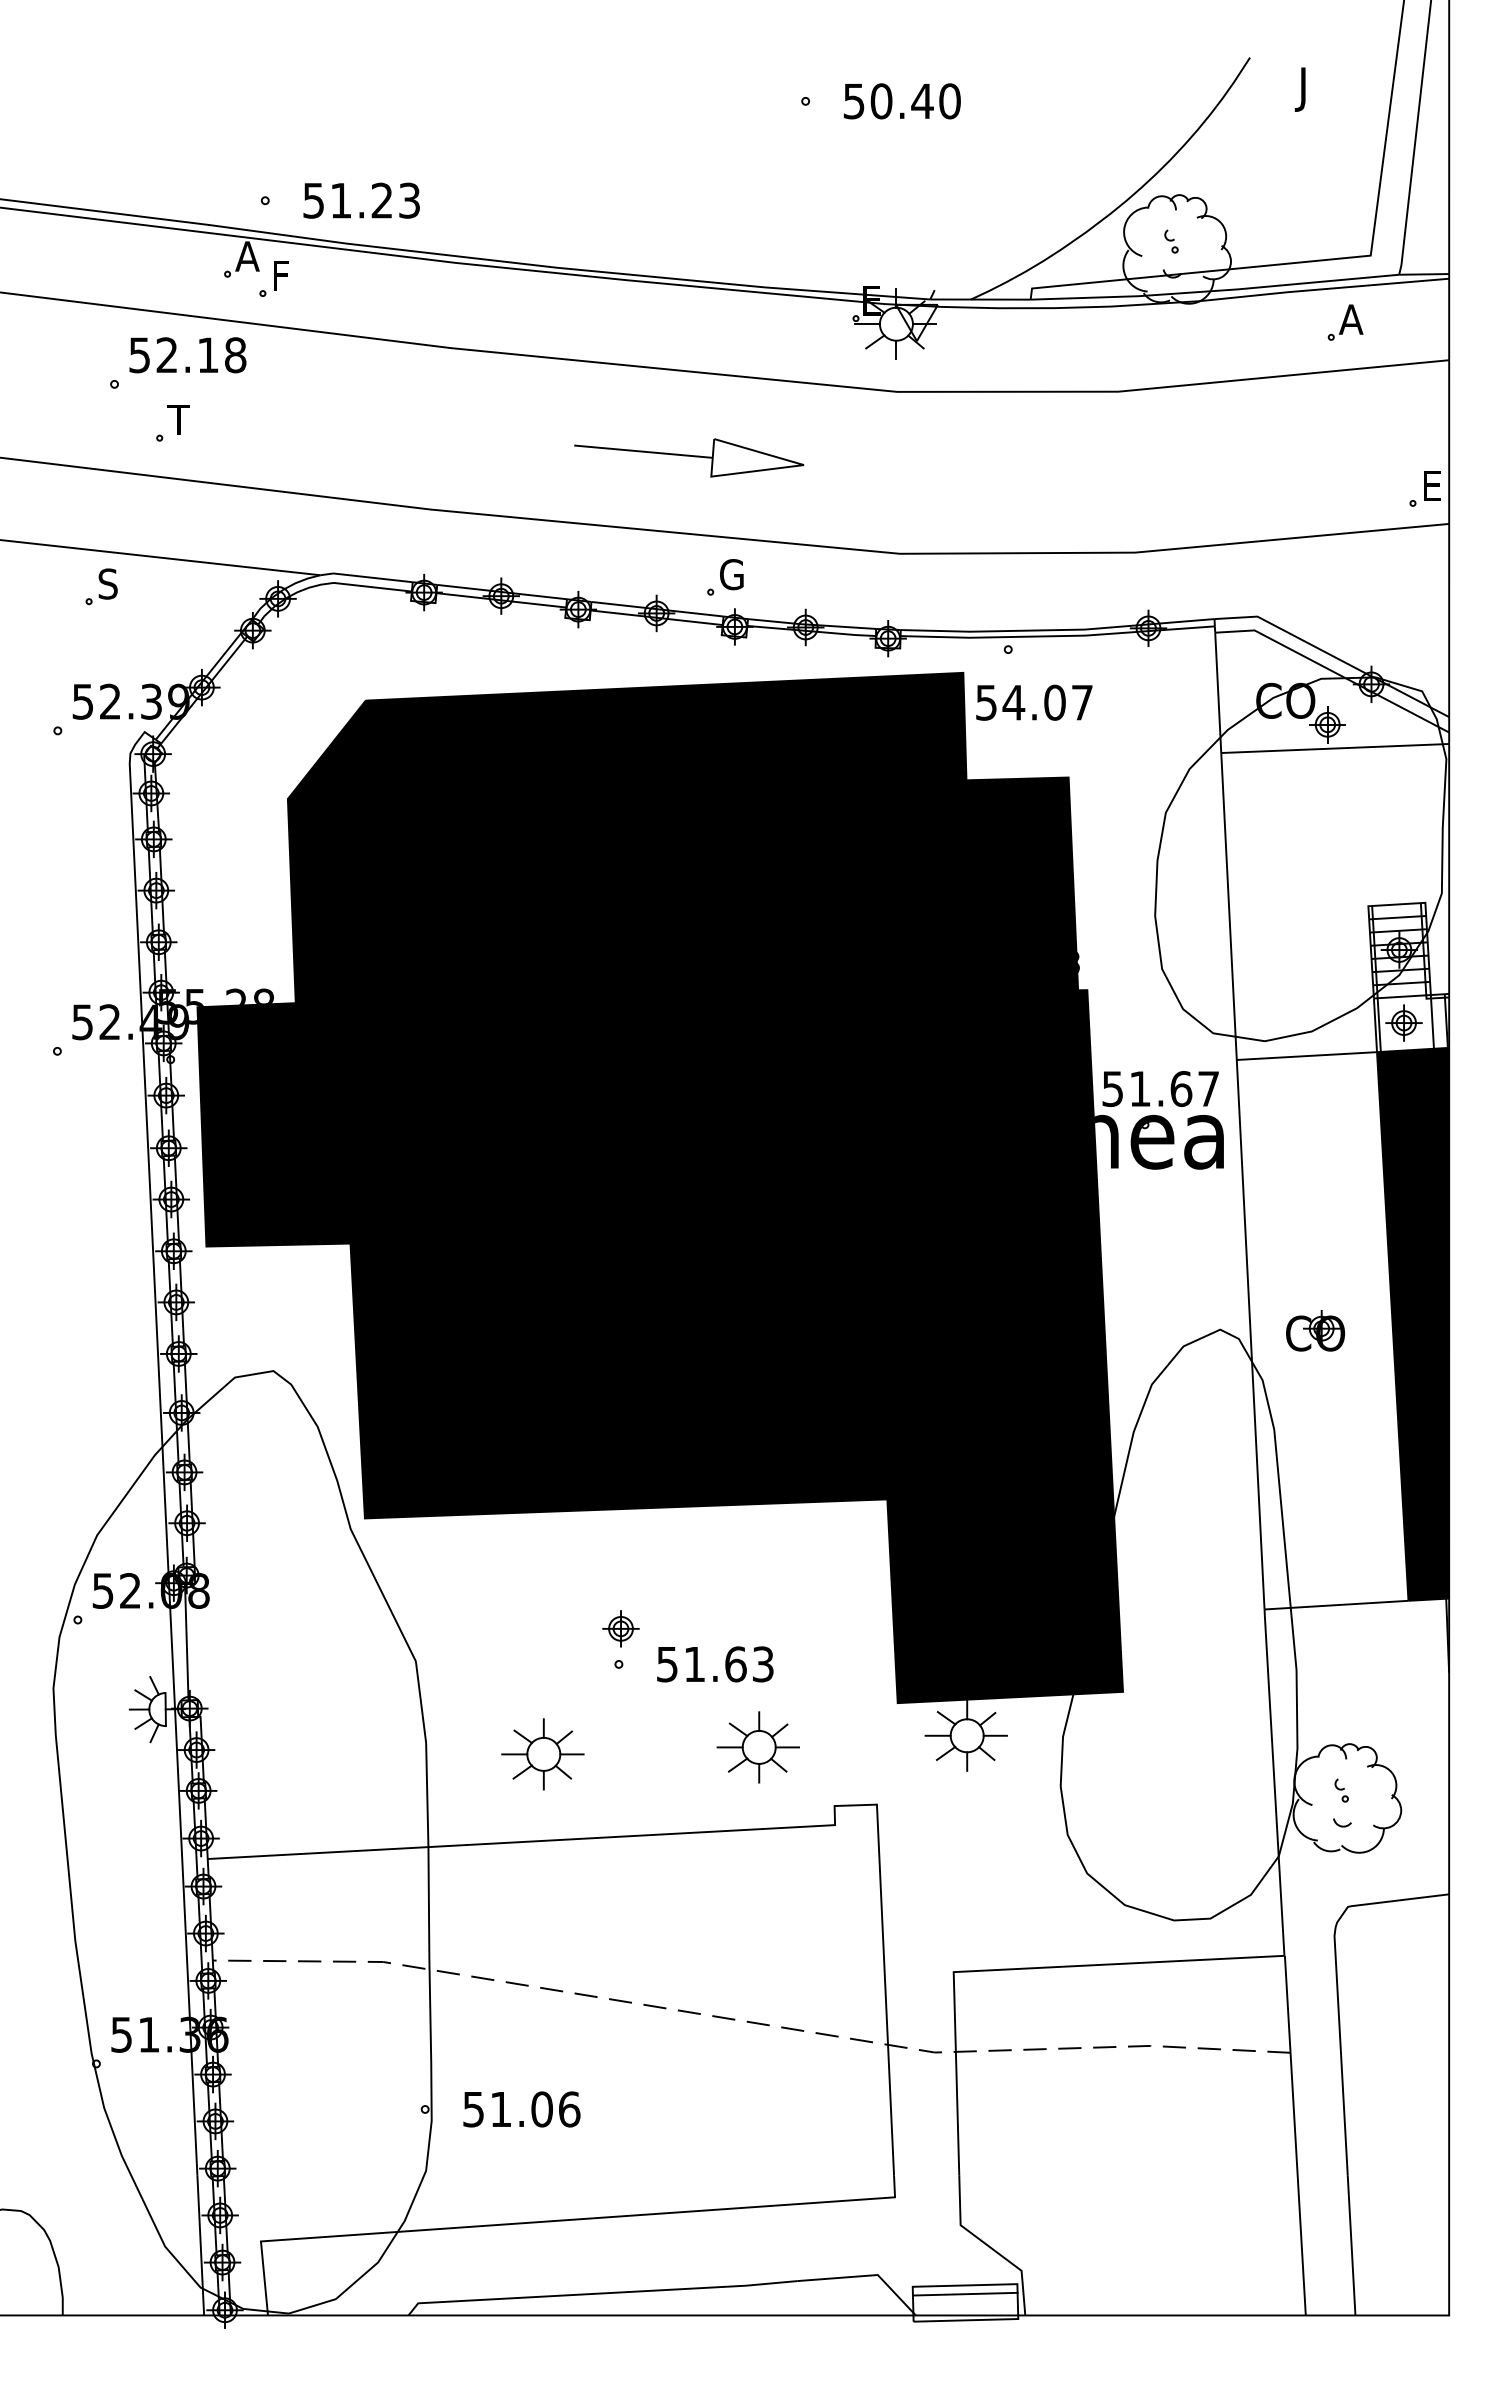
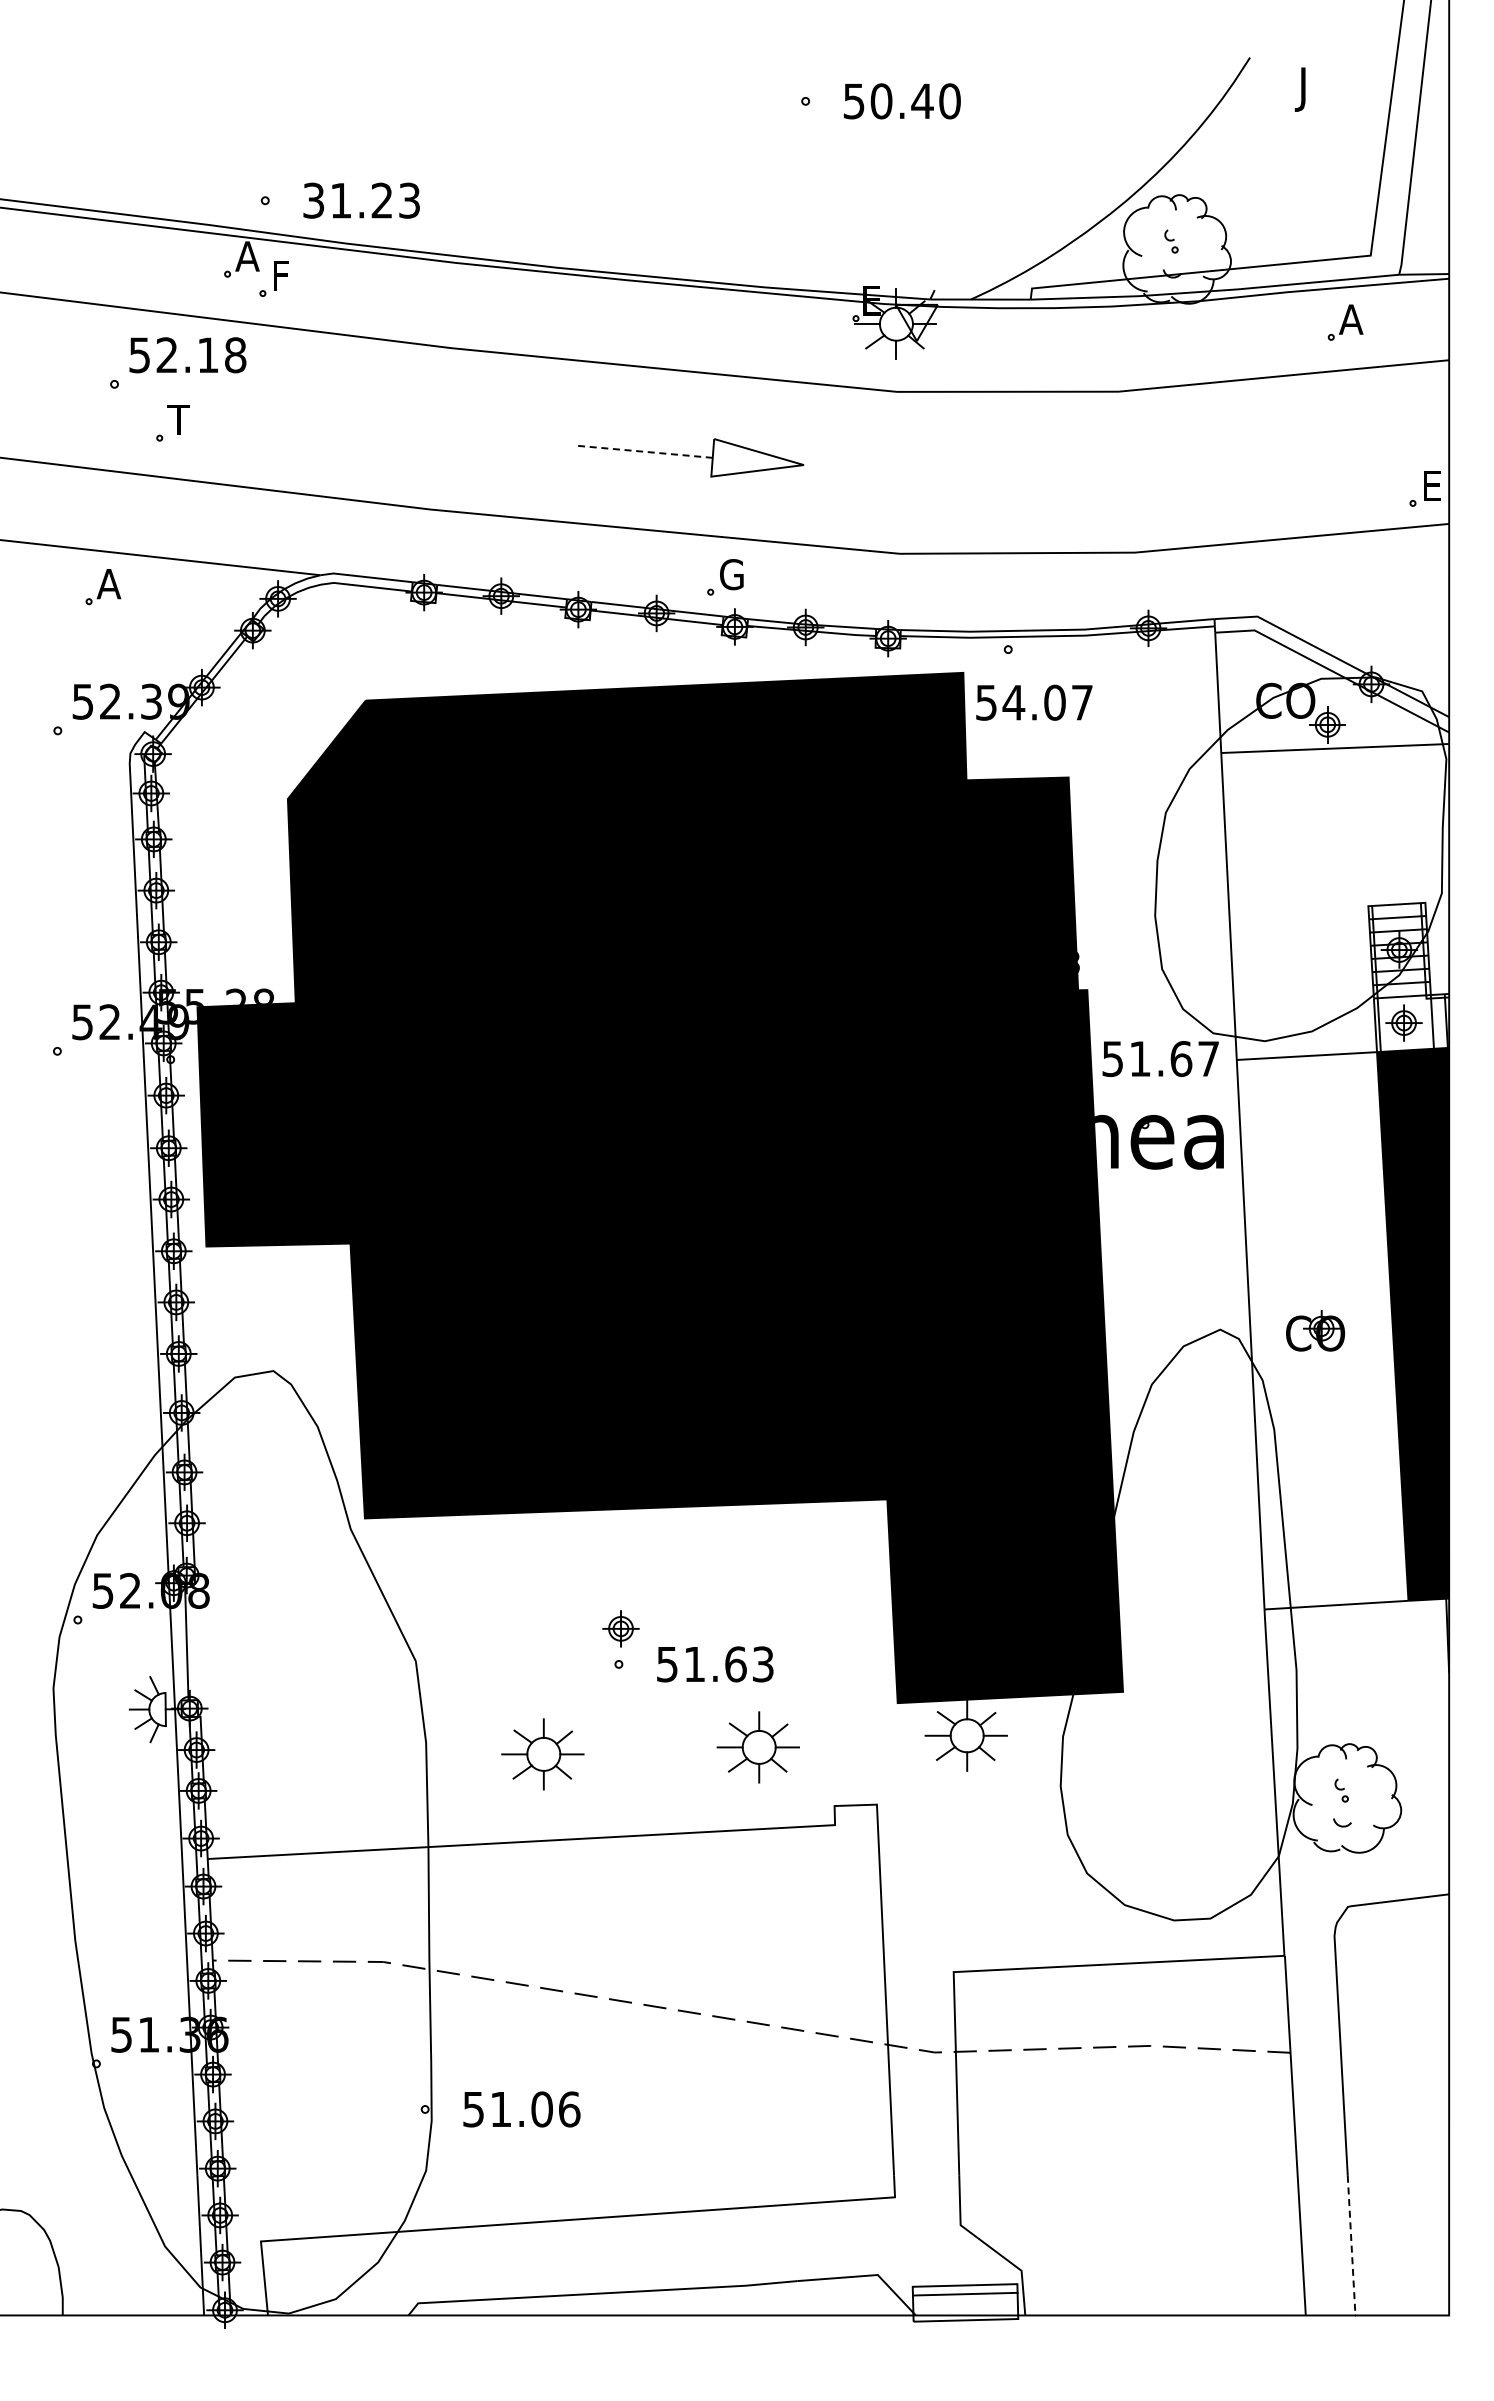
text at (313, 200): 51.23 -> 31.23
line at (643, 451): solid -> dashed
text at (108, 583): S -> A
text at (1160, 1088) position: (1160, 1088) -> (1160, 1058)
line at (1351, 2245): solid -> dashed
